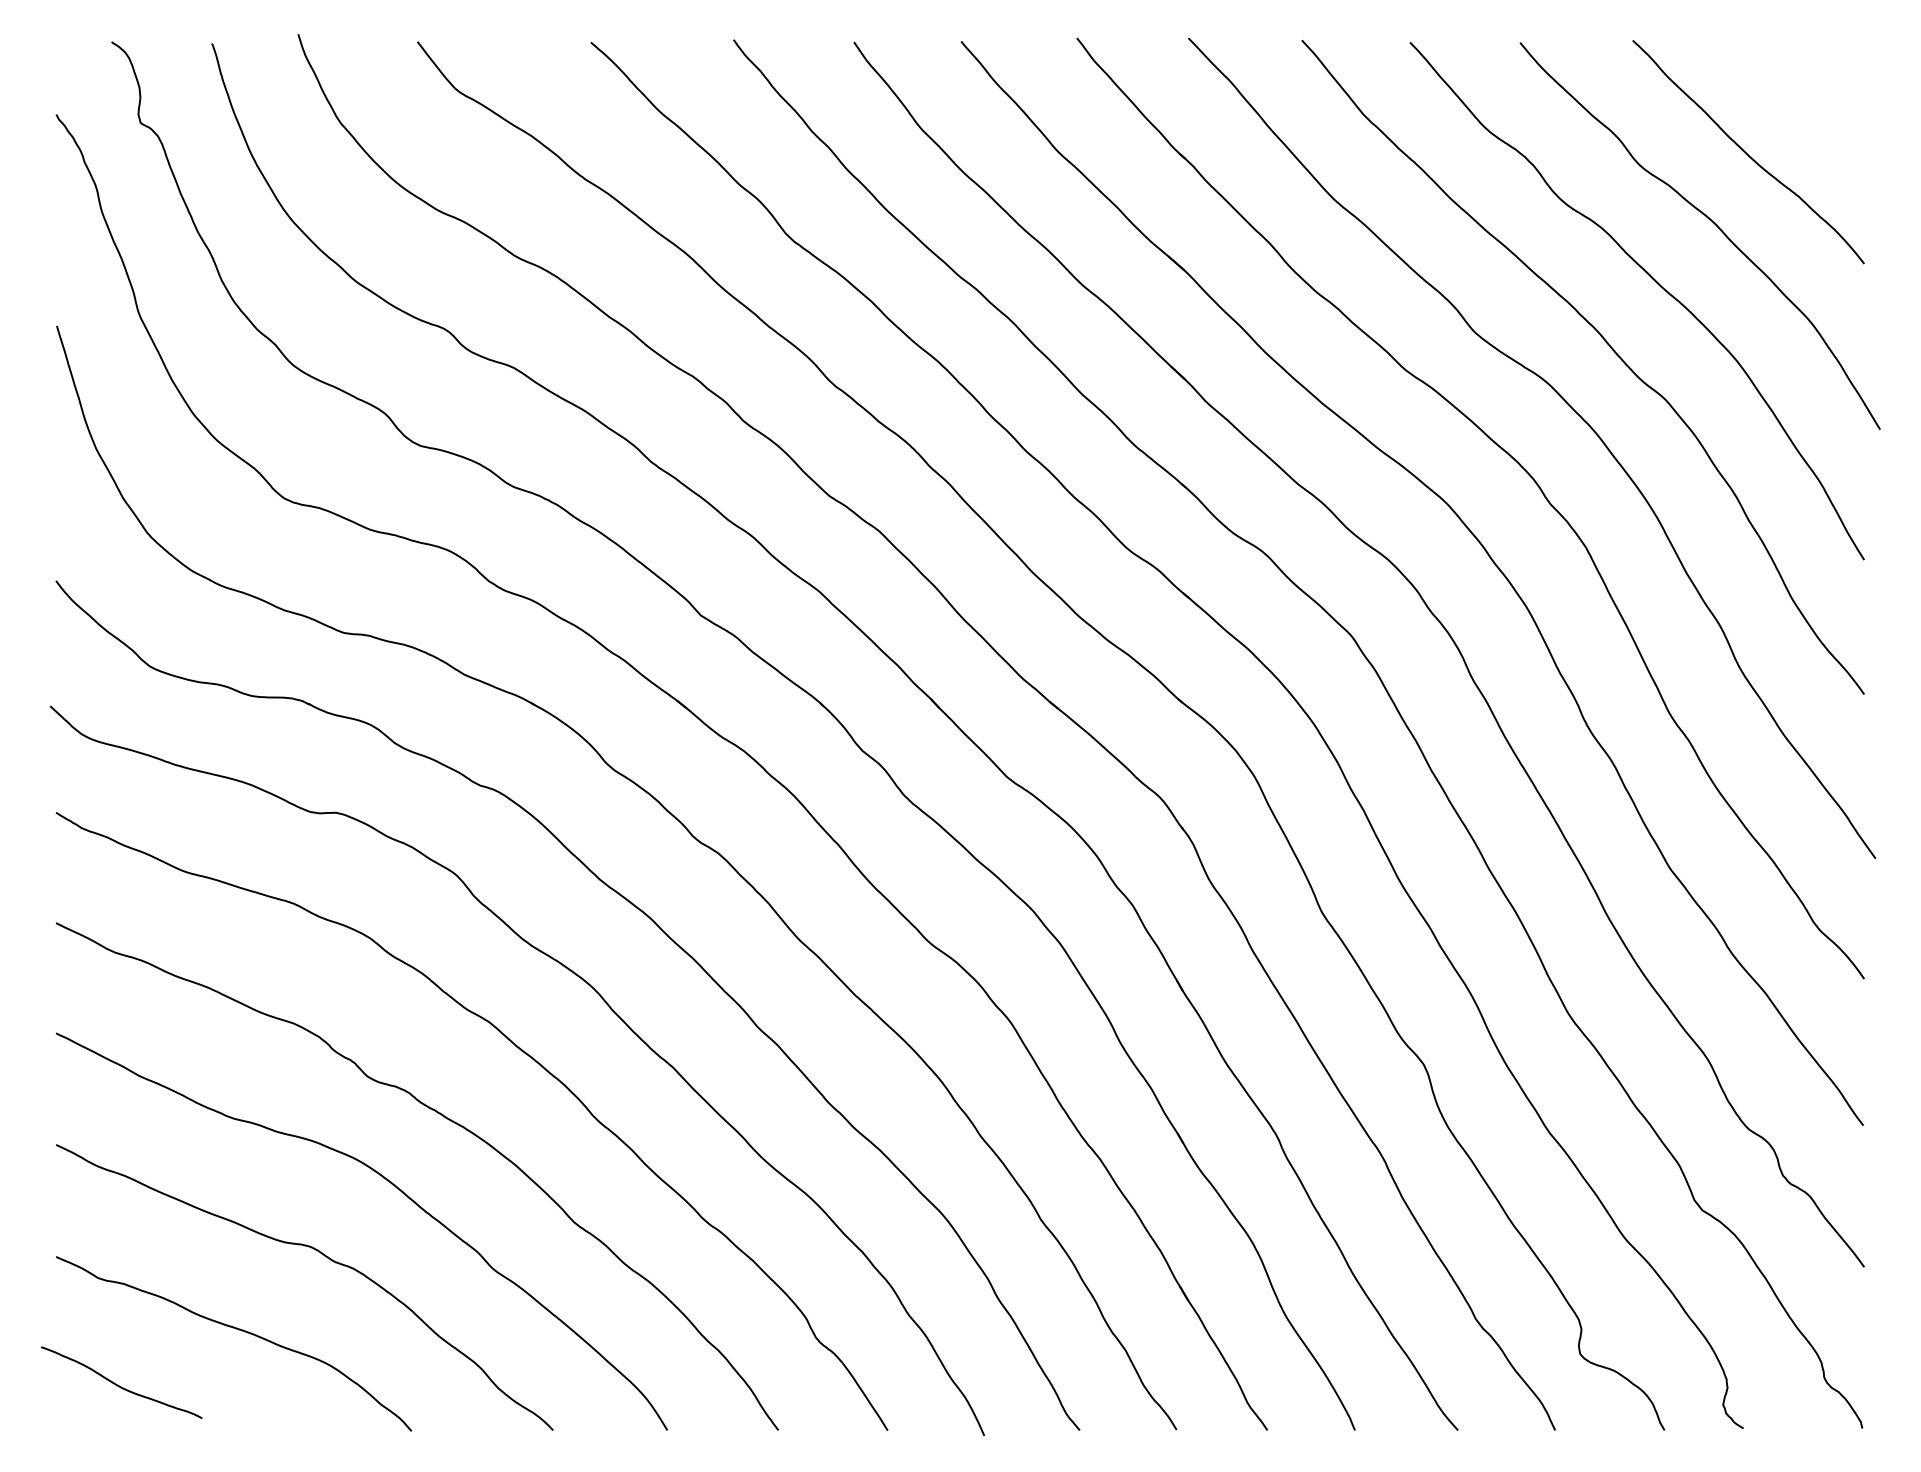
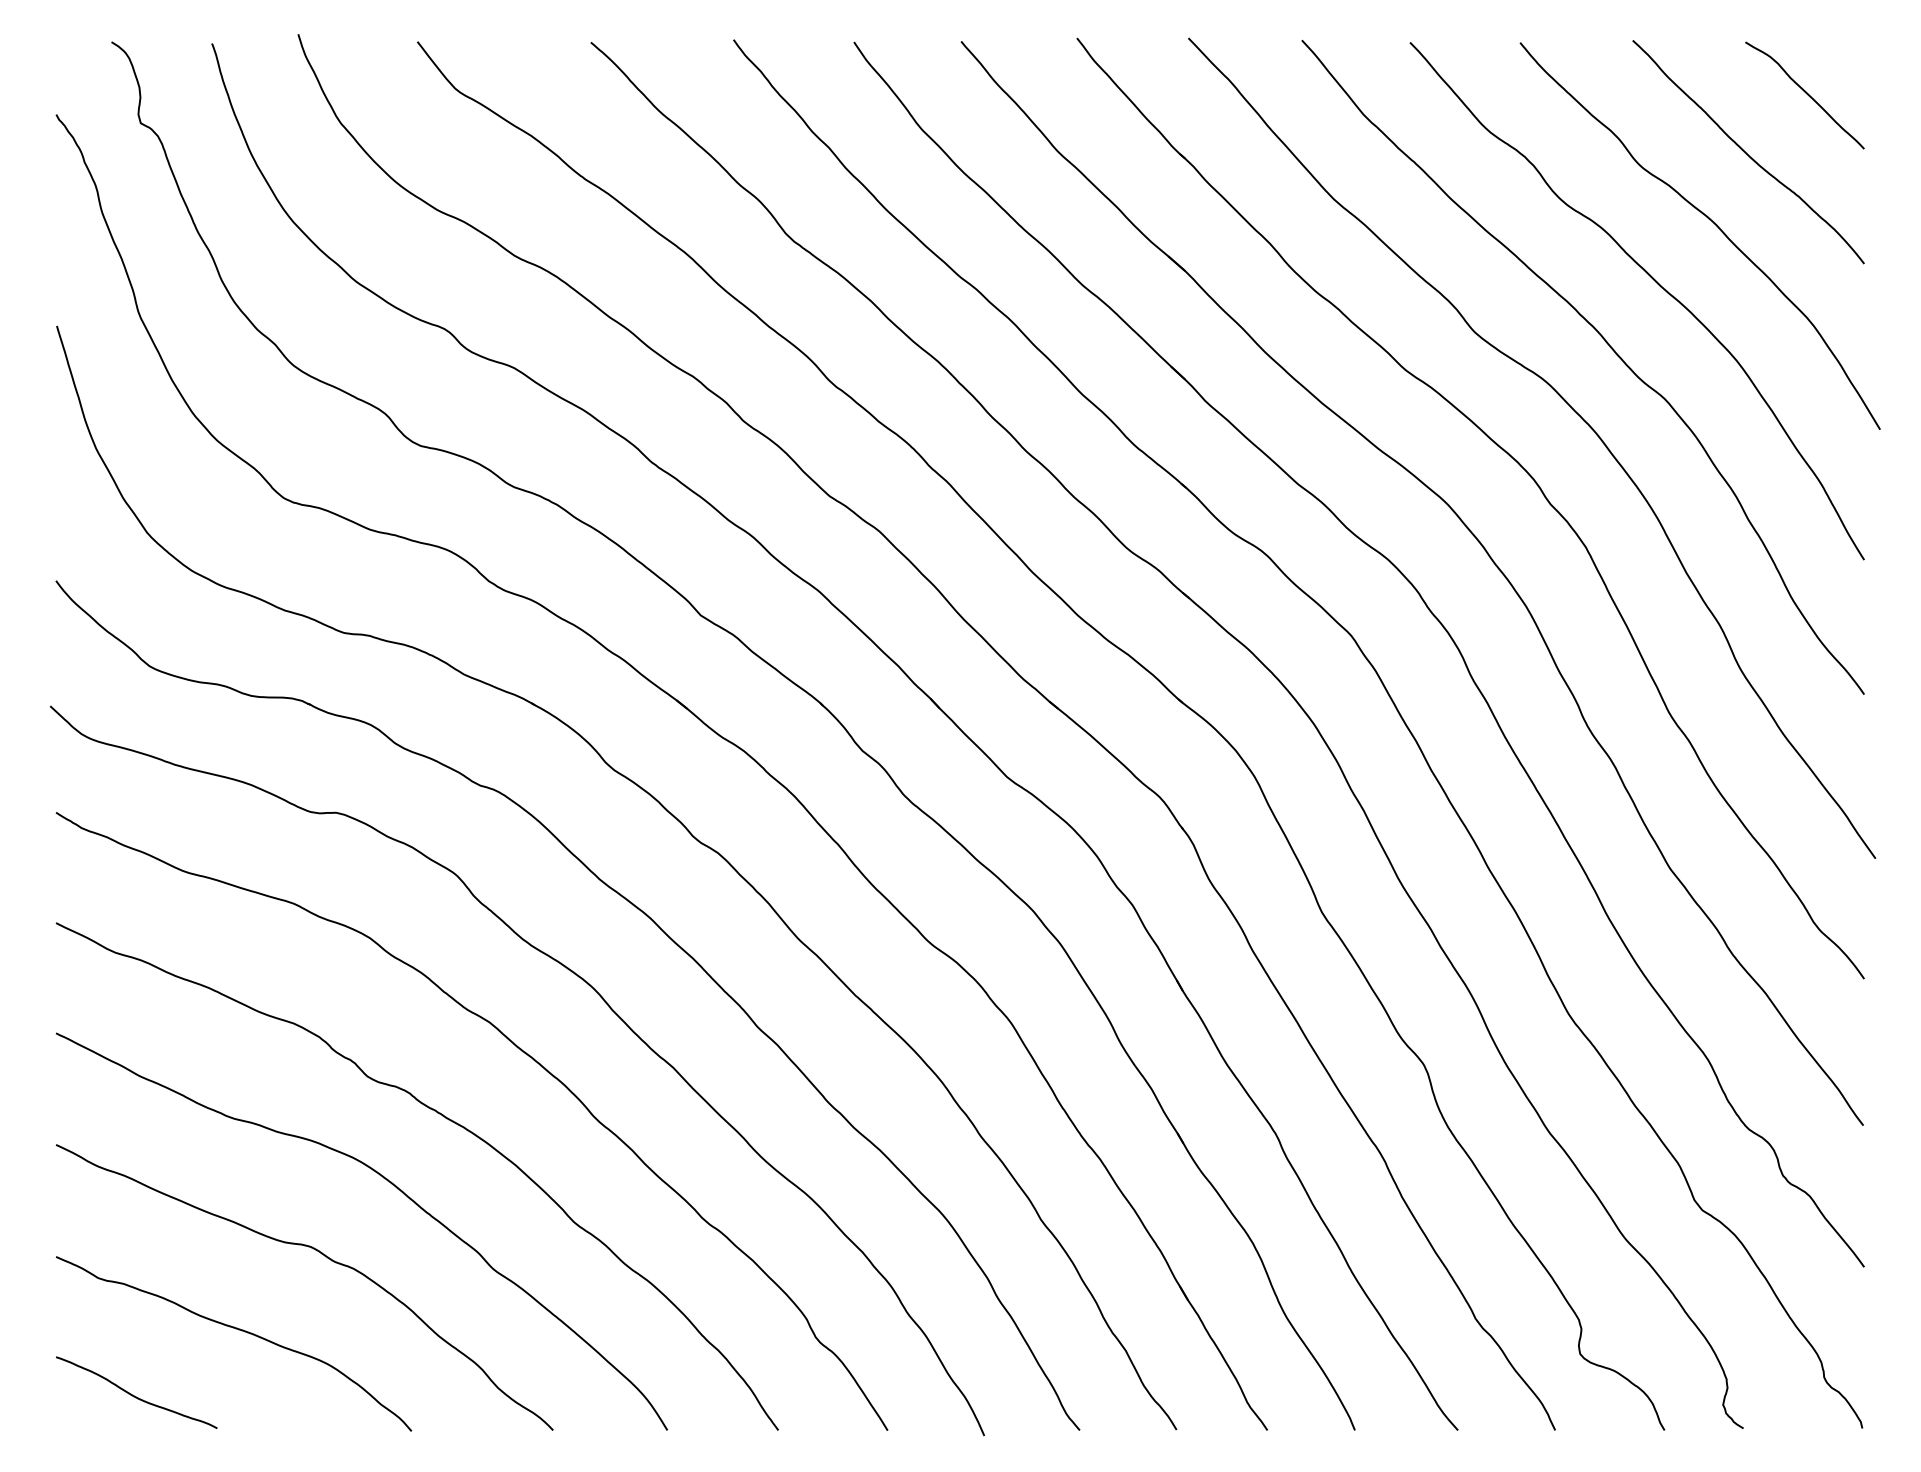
curve at (1805, 93): none -> present
curve at (119, 1385) position: (119, 1385) -> (134, 1395)
